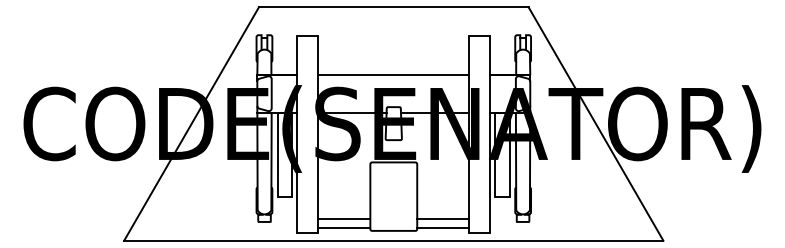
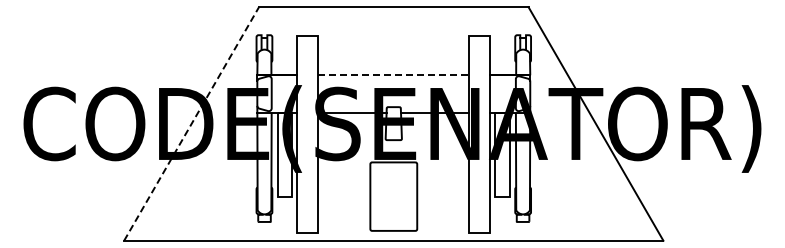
line at (393, 74): solid -> dashed
line at (191, 124): solid -> dashed
line at (344, 219): present -> none
line at (443, 219): present -> none
line at (344, 228): present -> none
line at (443, 228): present -> none
